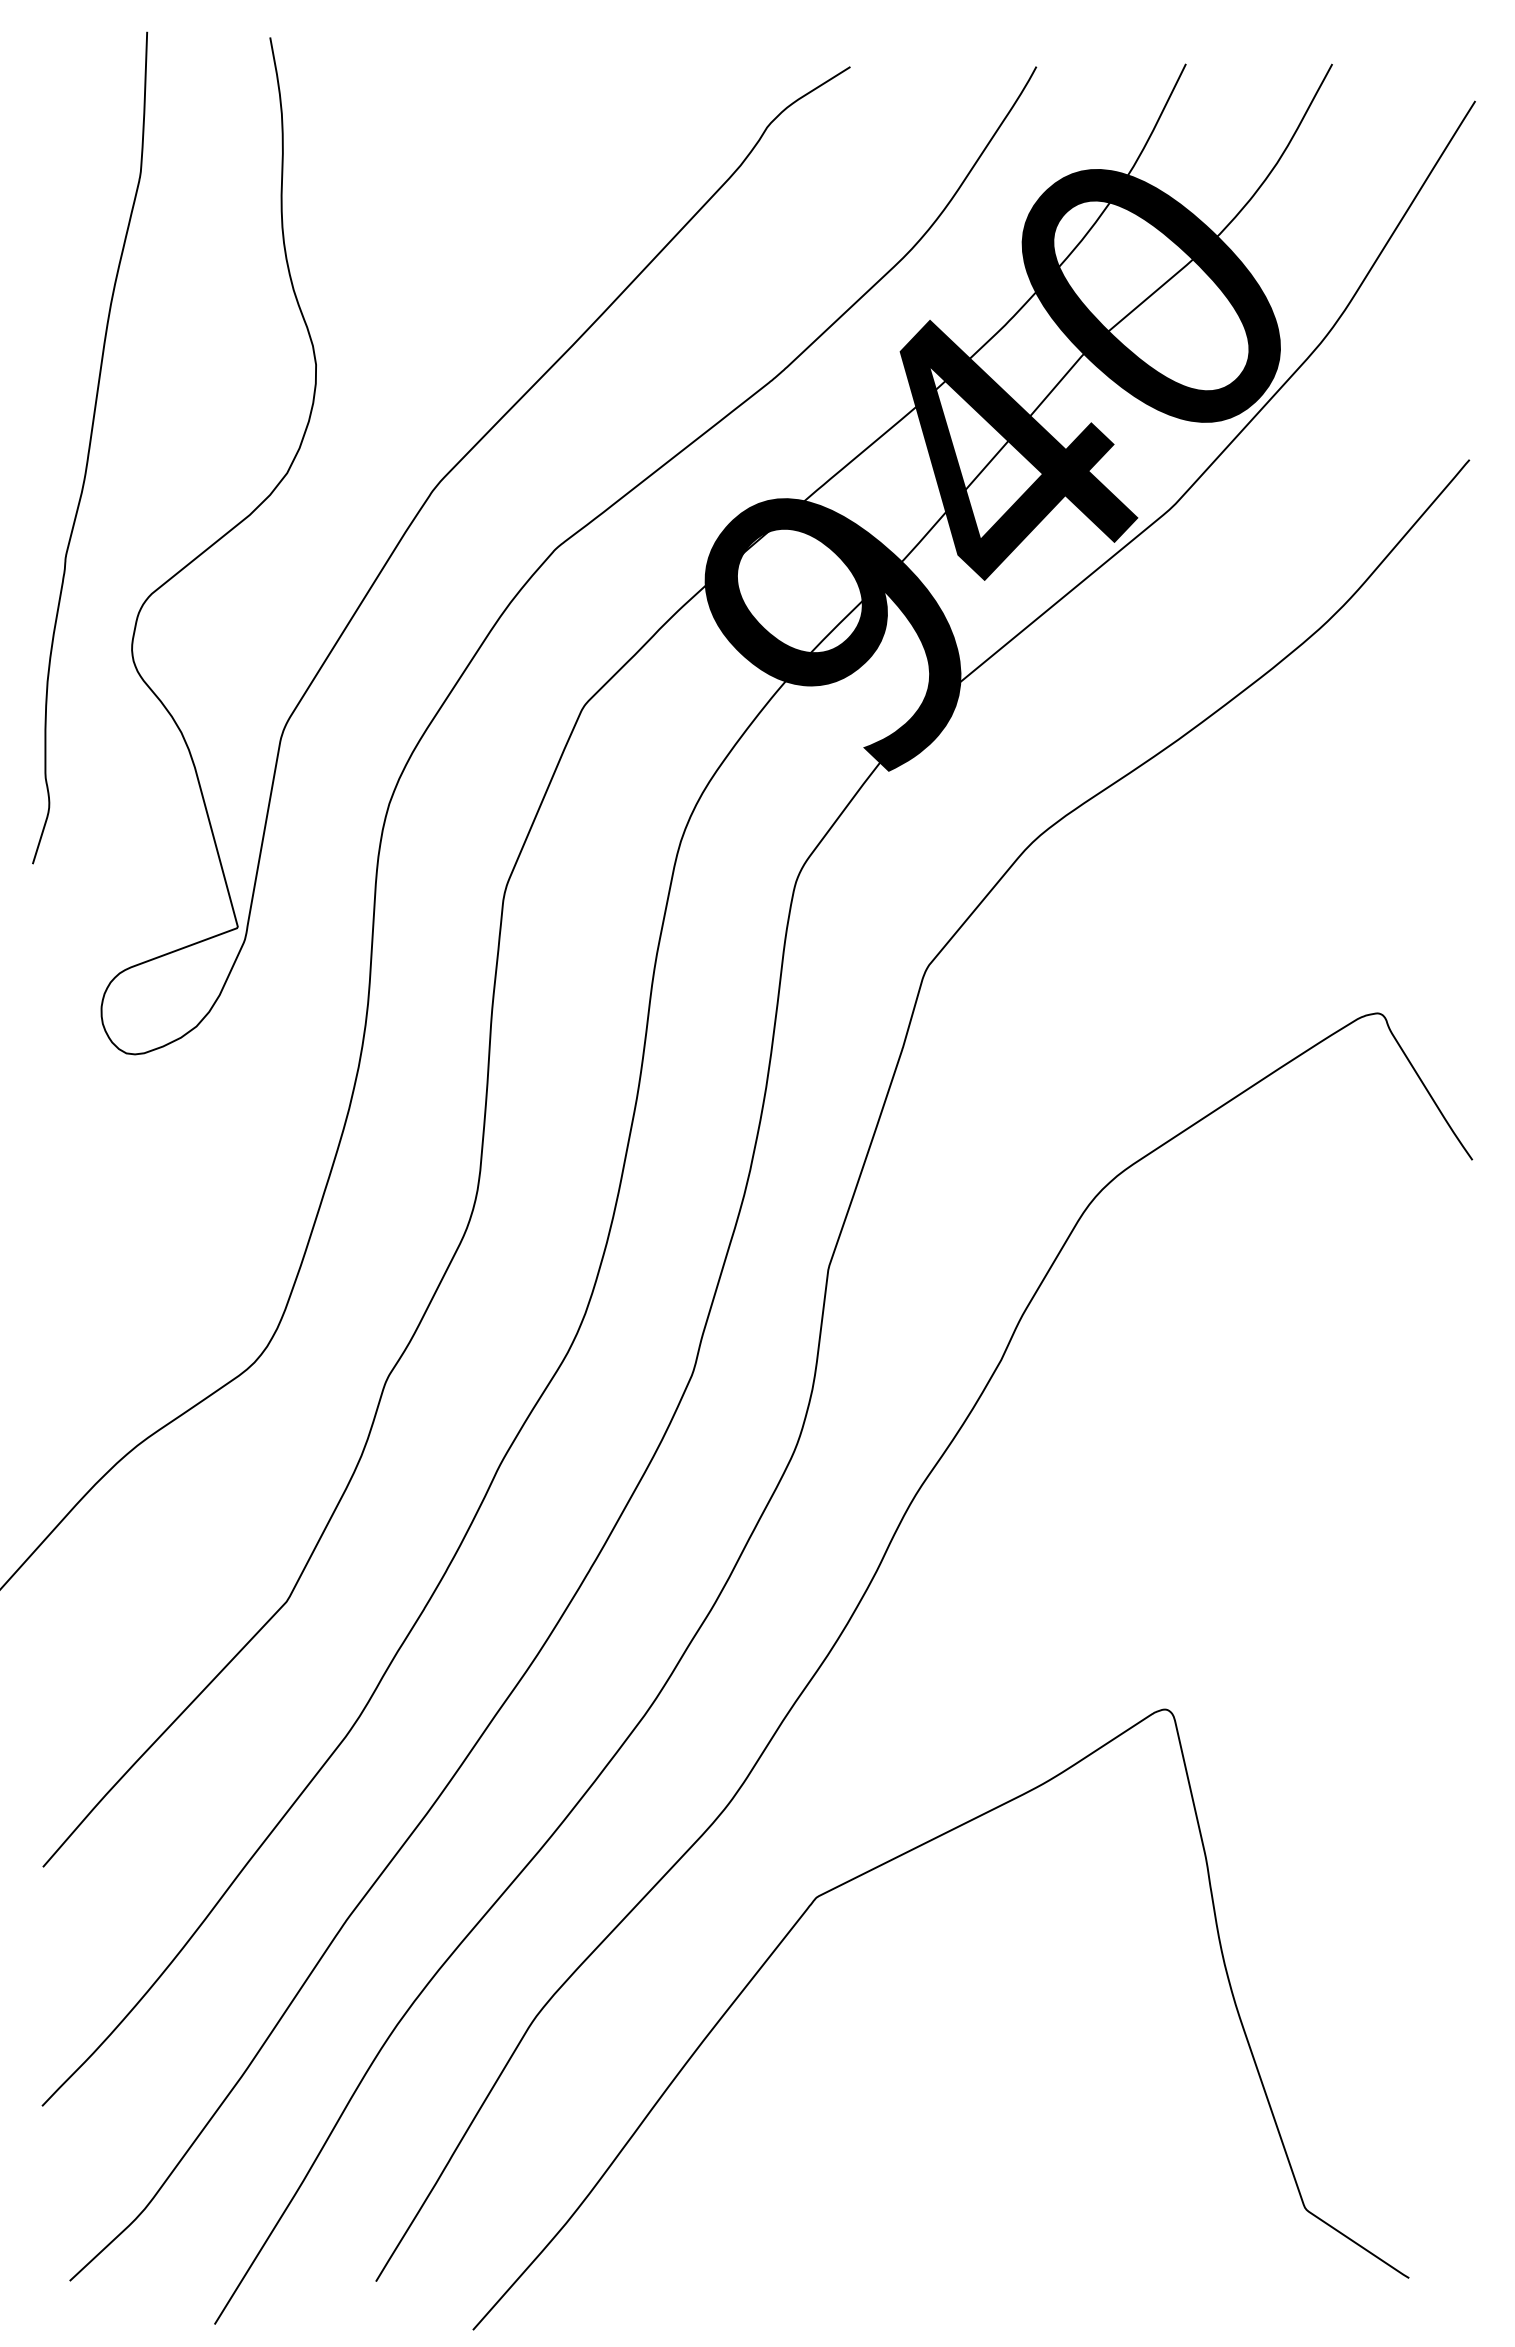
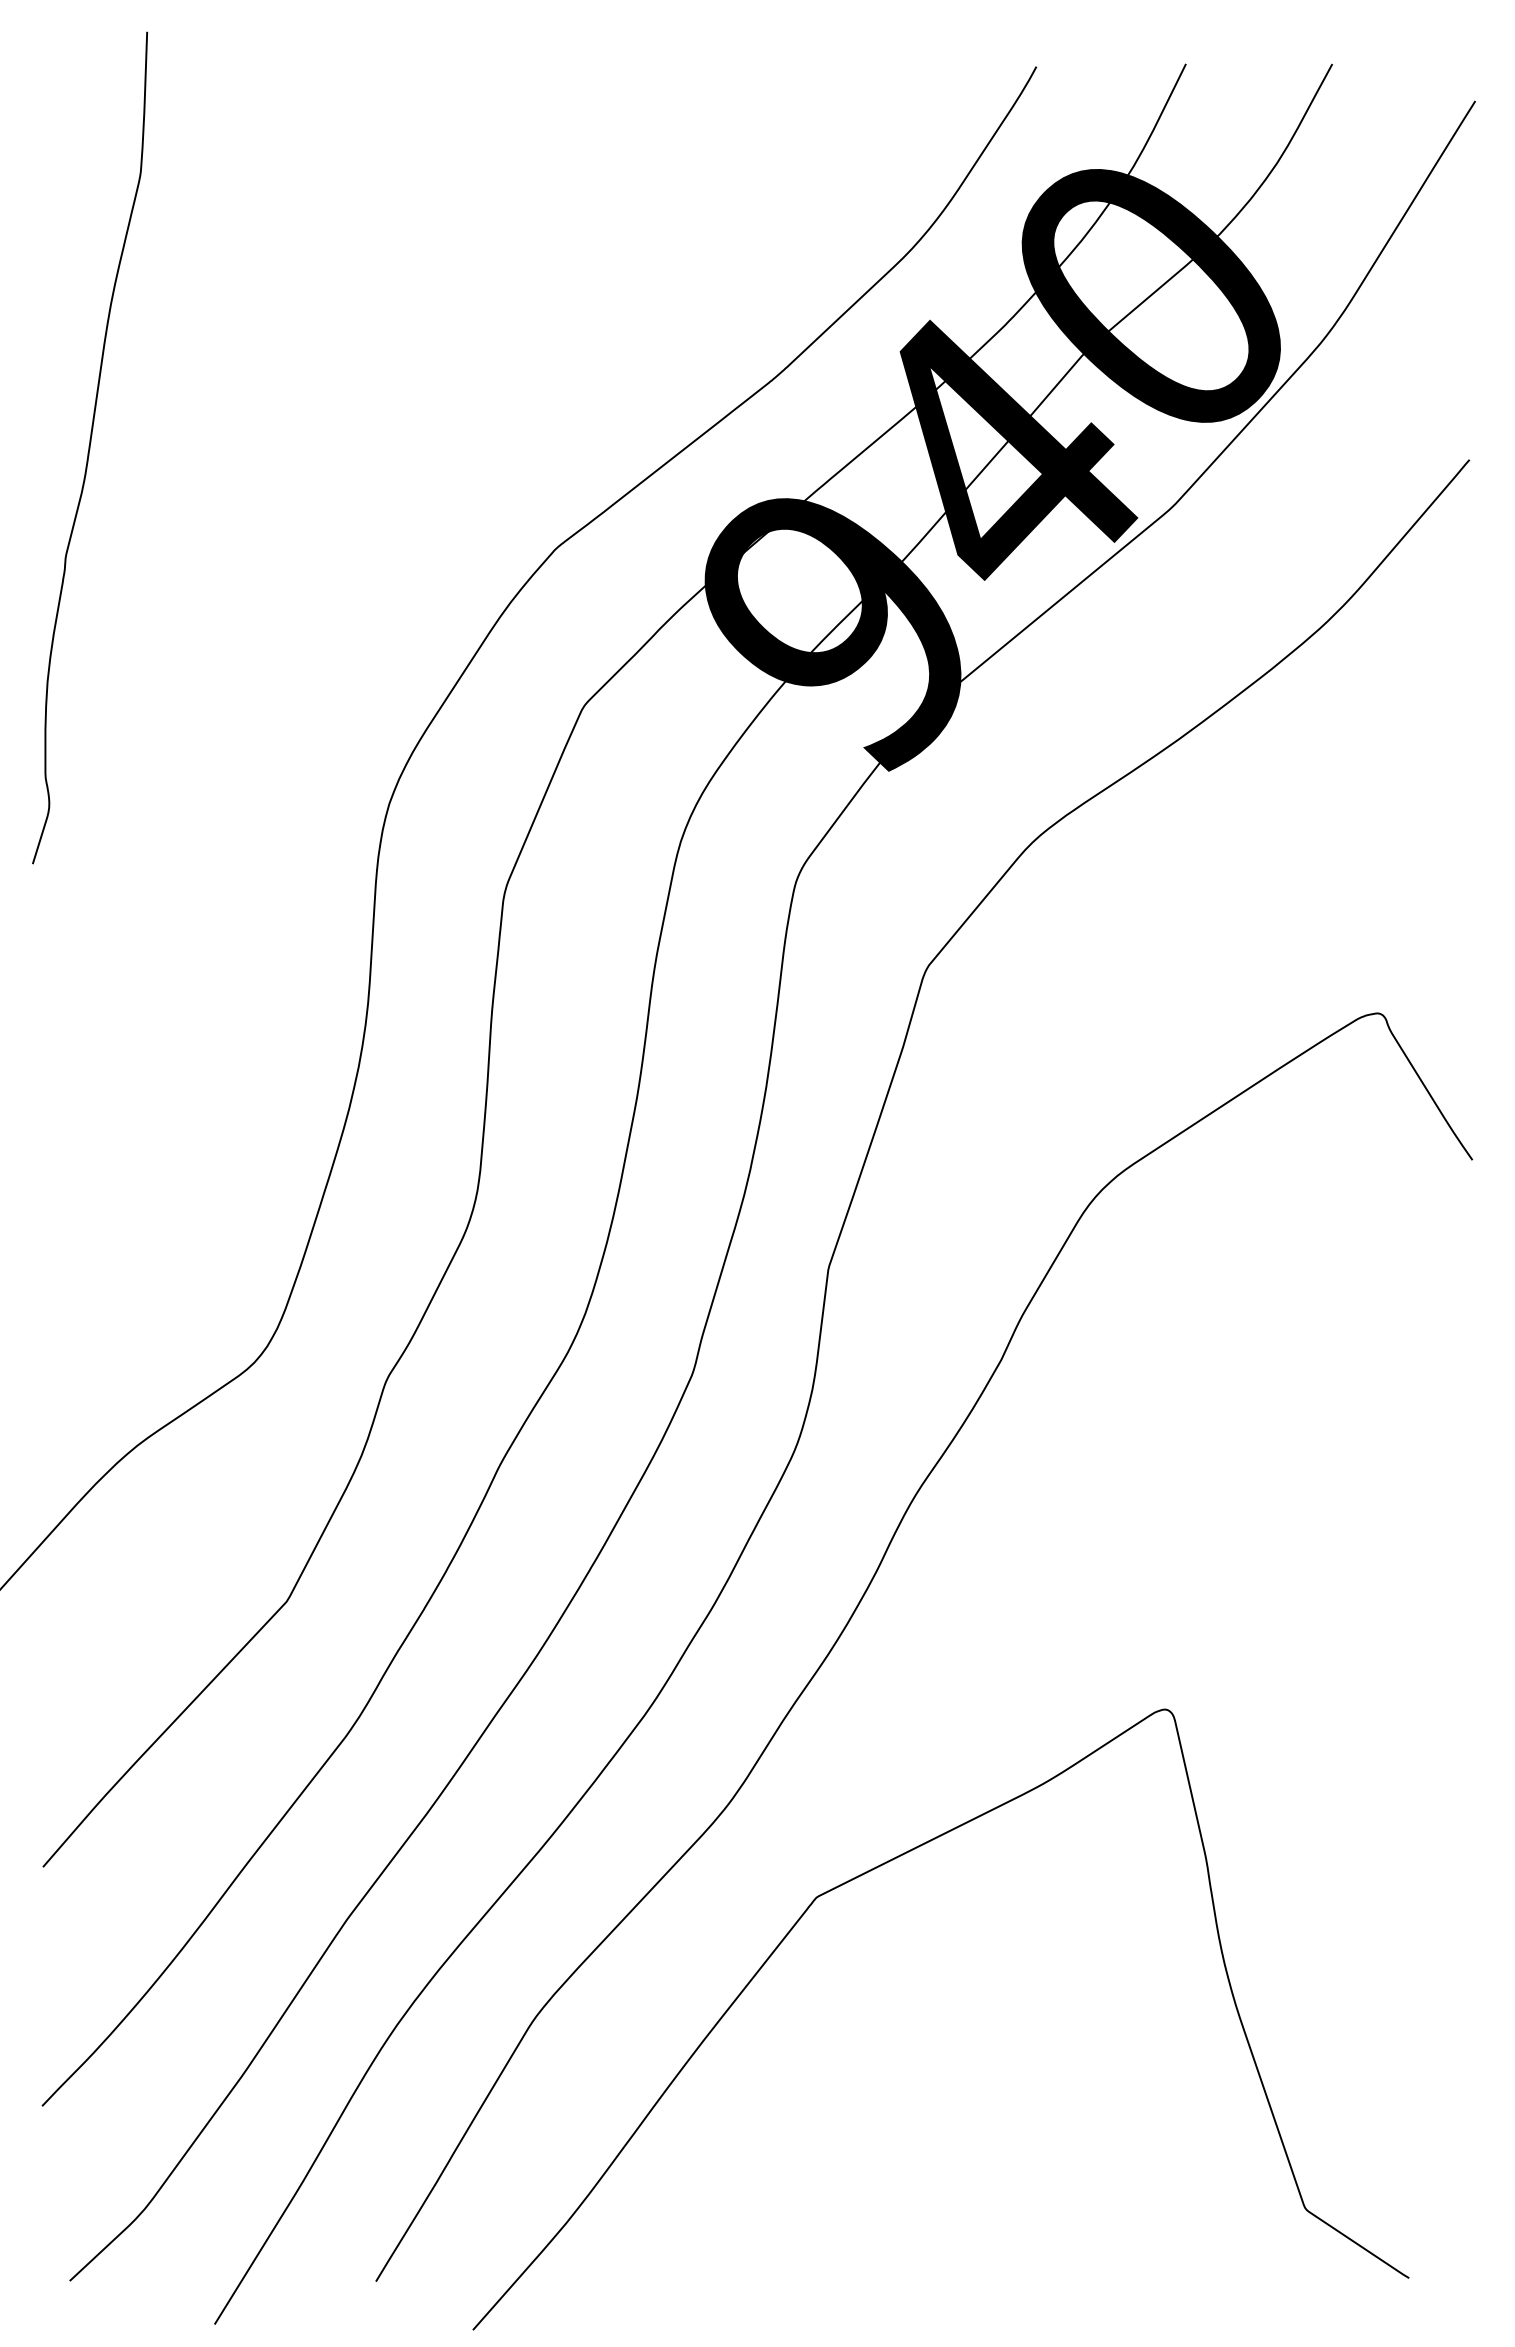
curve at (420, 511): present -> none
